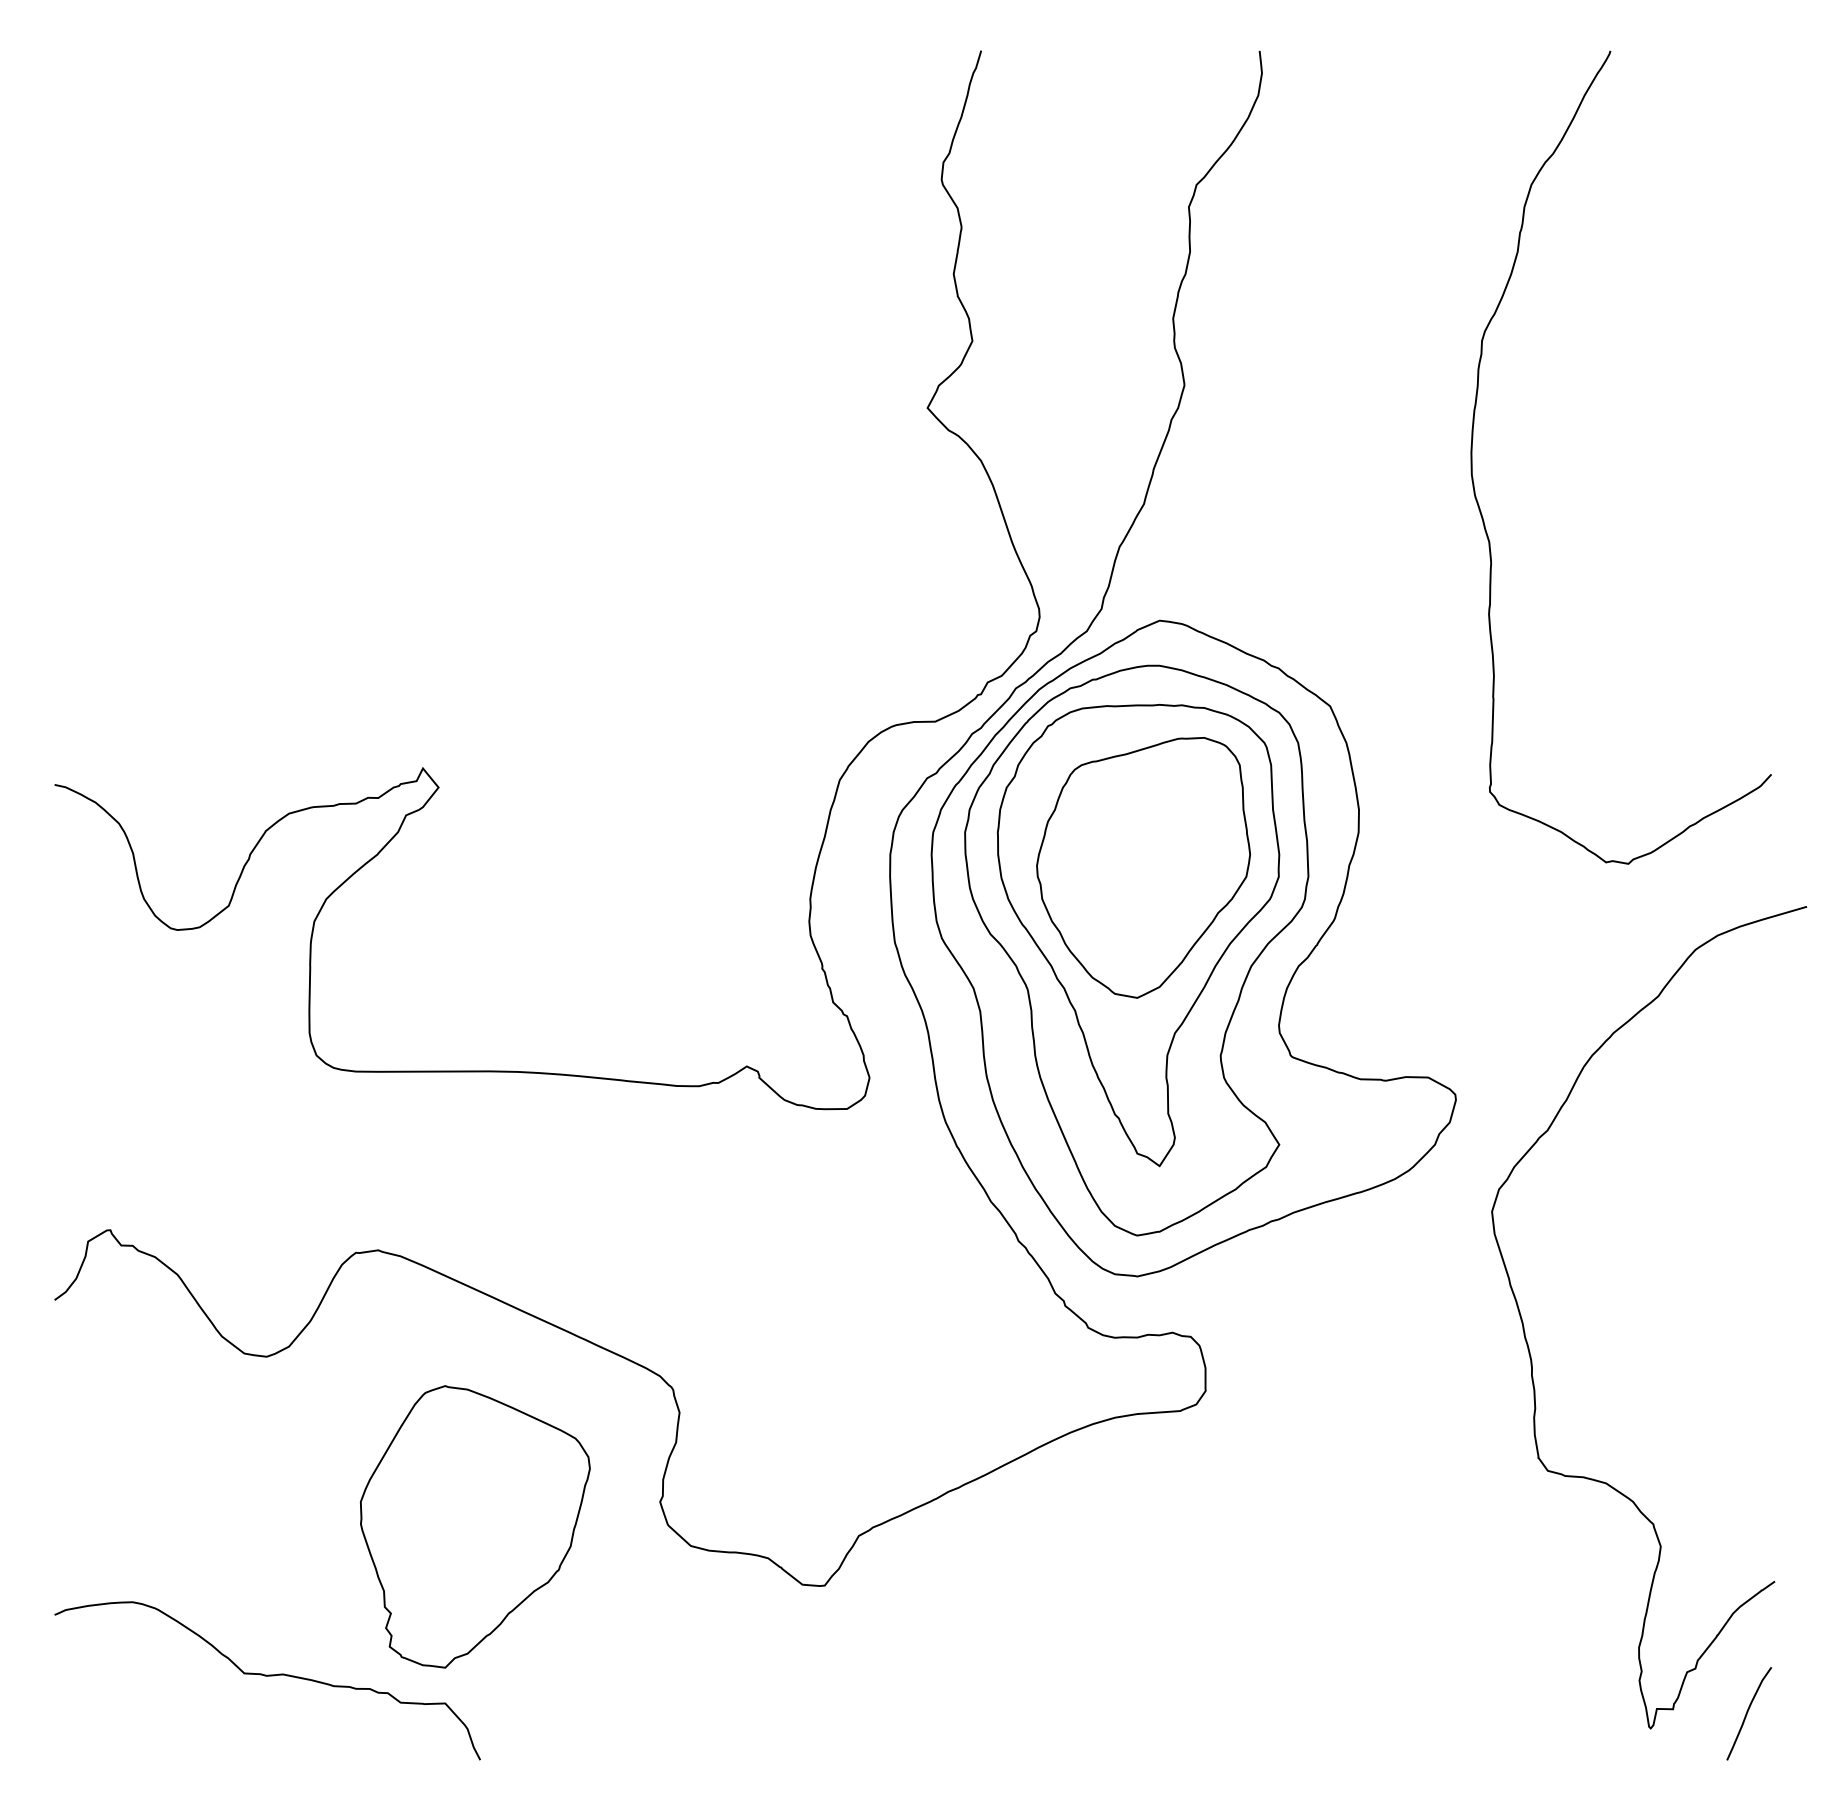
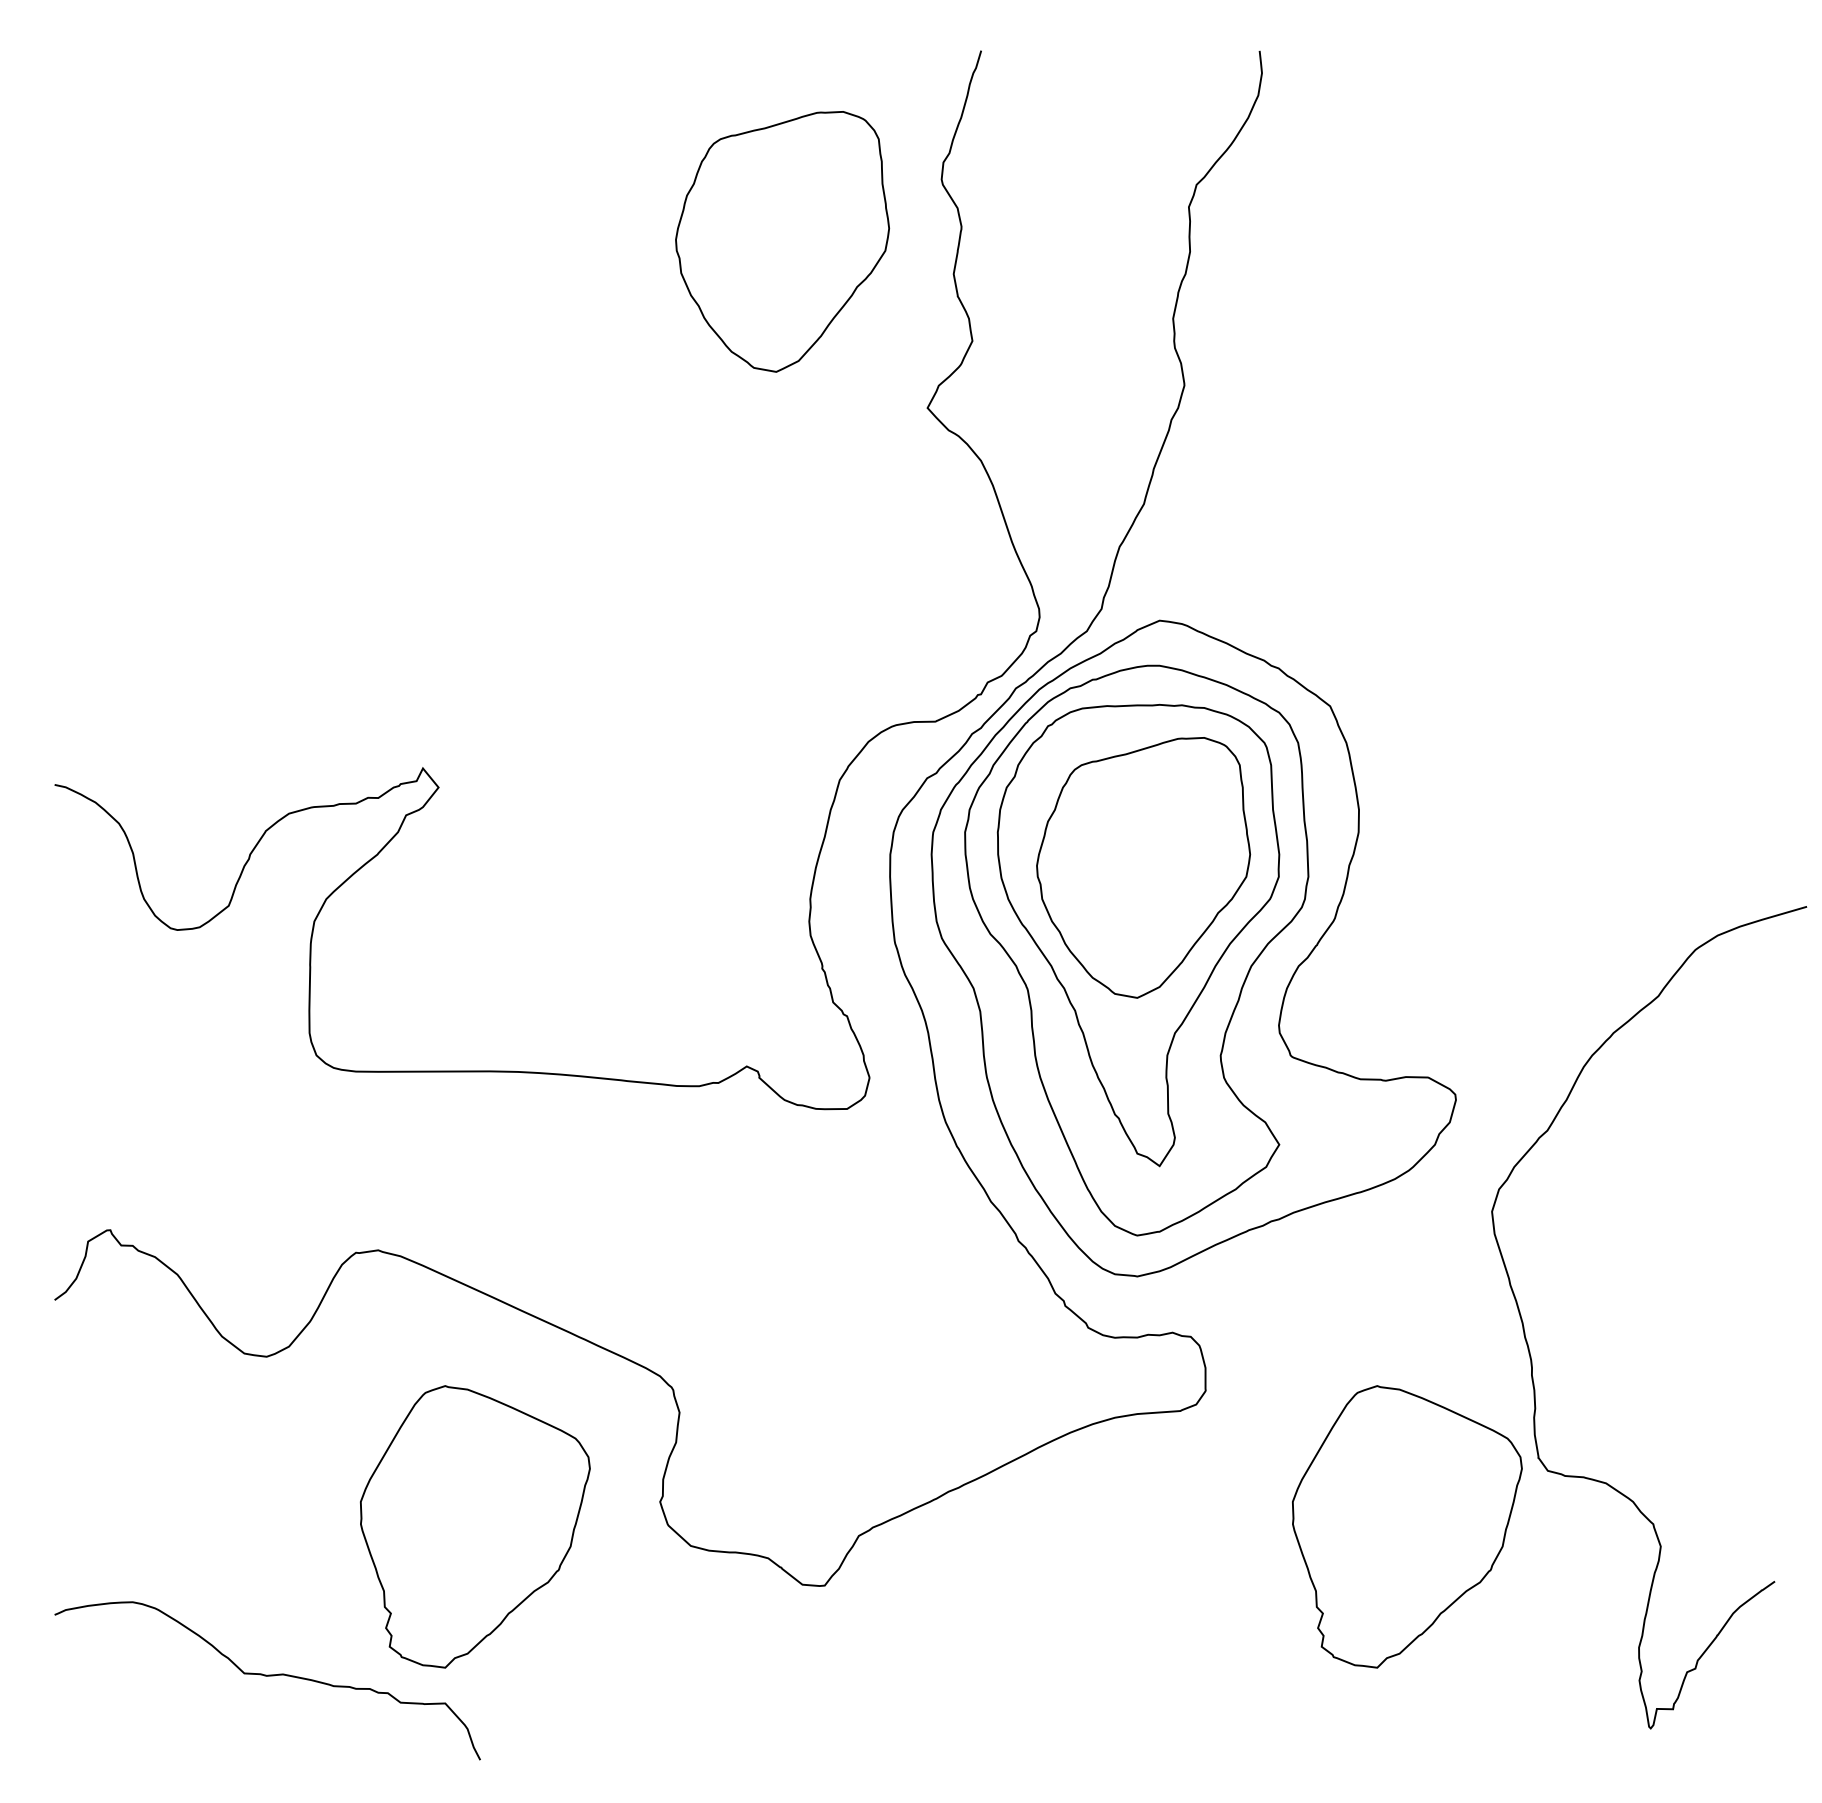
part at (782, 241): none -> present
curve at (1472, 457): present -> none
part at (1407, 1526): none -> present
curve at (1748, 1712): present -> none
